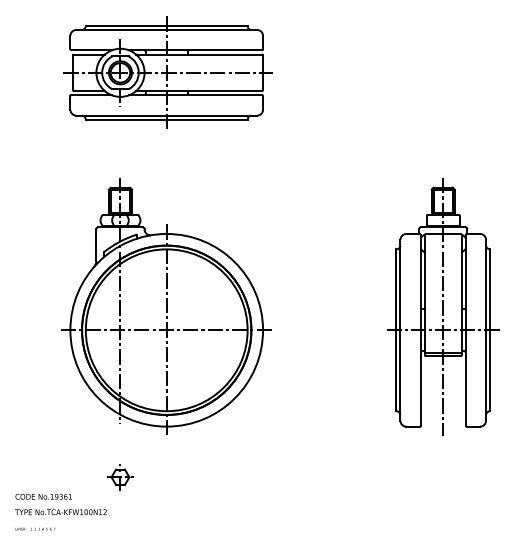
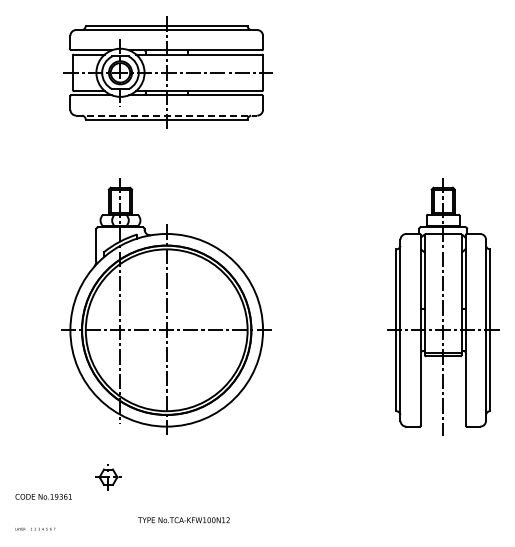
line at (166, 115): solid -> dashed
part at (120, 477) position: (120, 477) -> (108, 477)
text at (60, 512) position: (60, 512) -> (183, 520)
